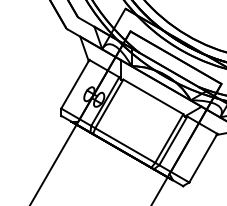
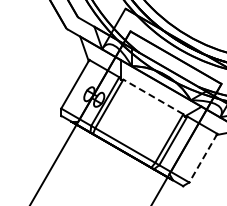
line at (153, 96): solid -> dashed
line at (203, 158): solid -> dashed
